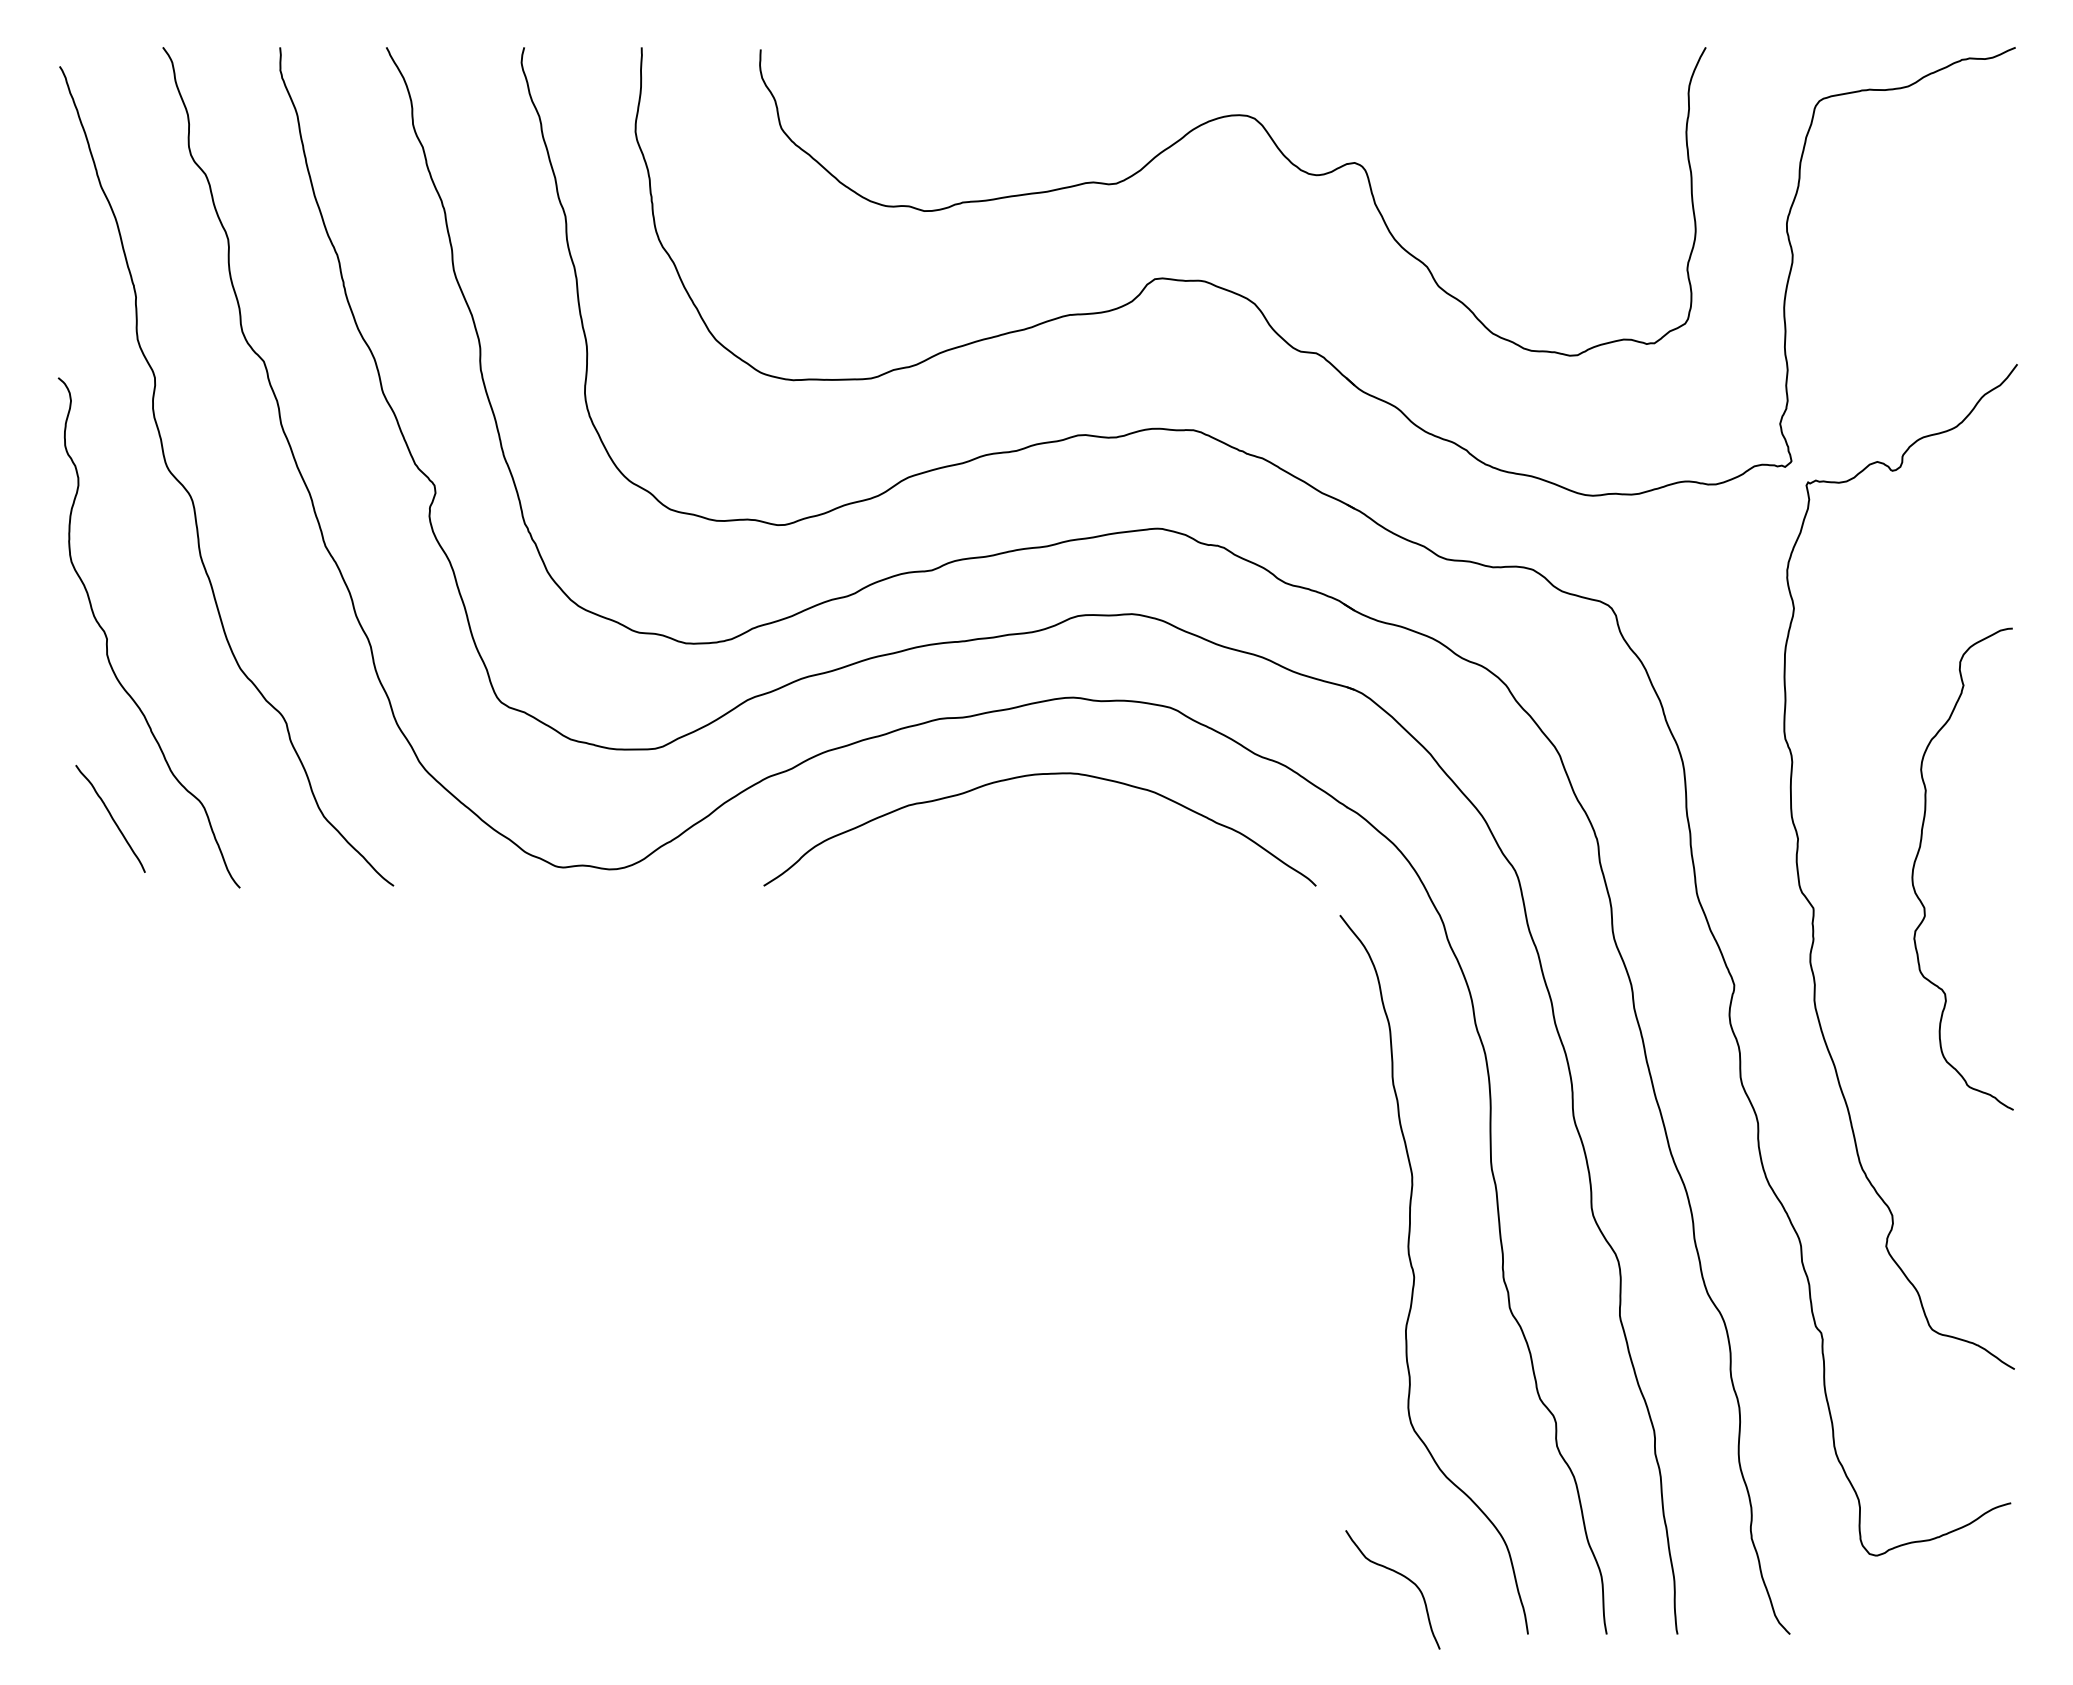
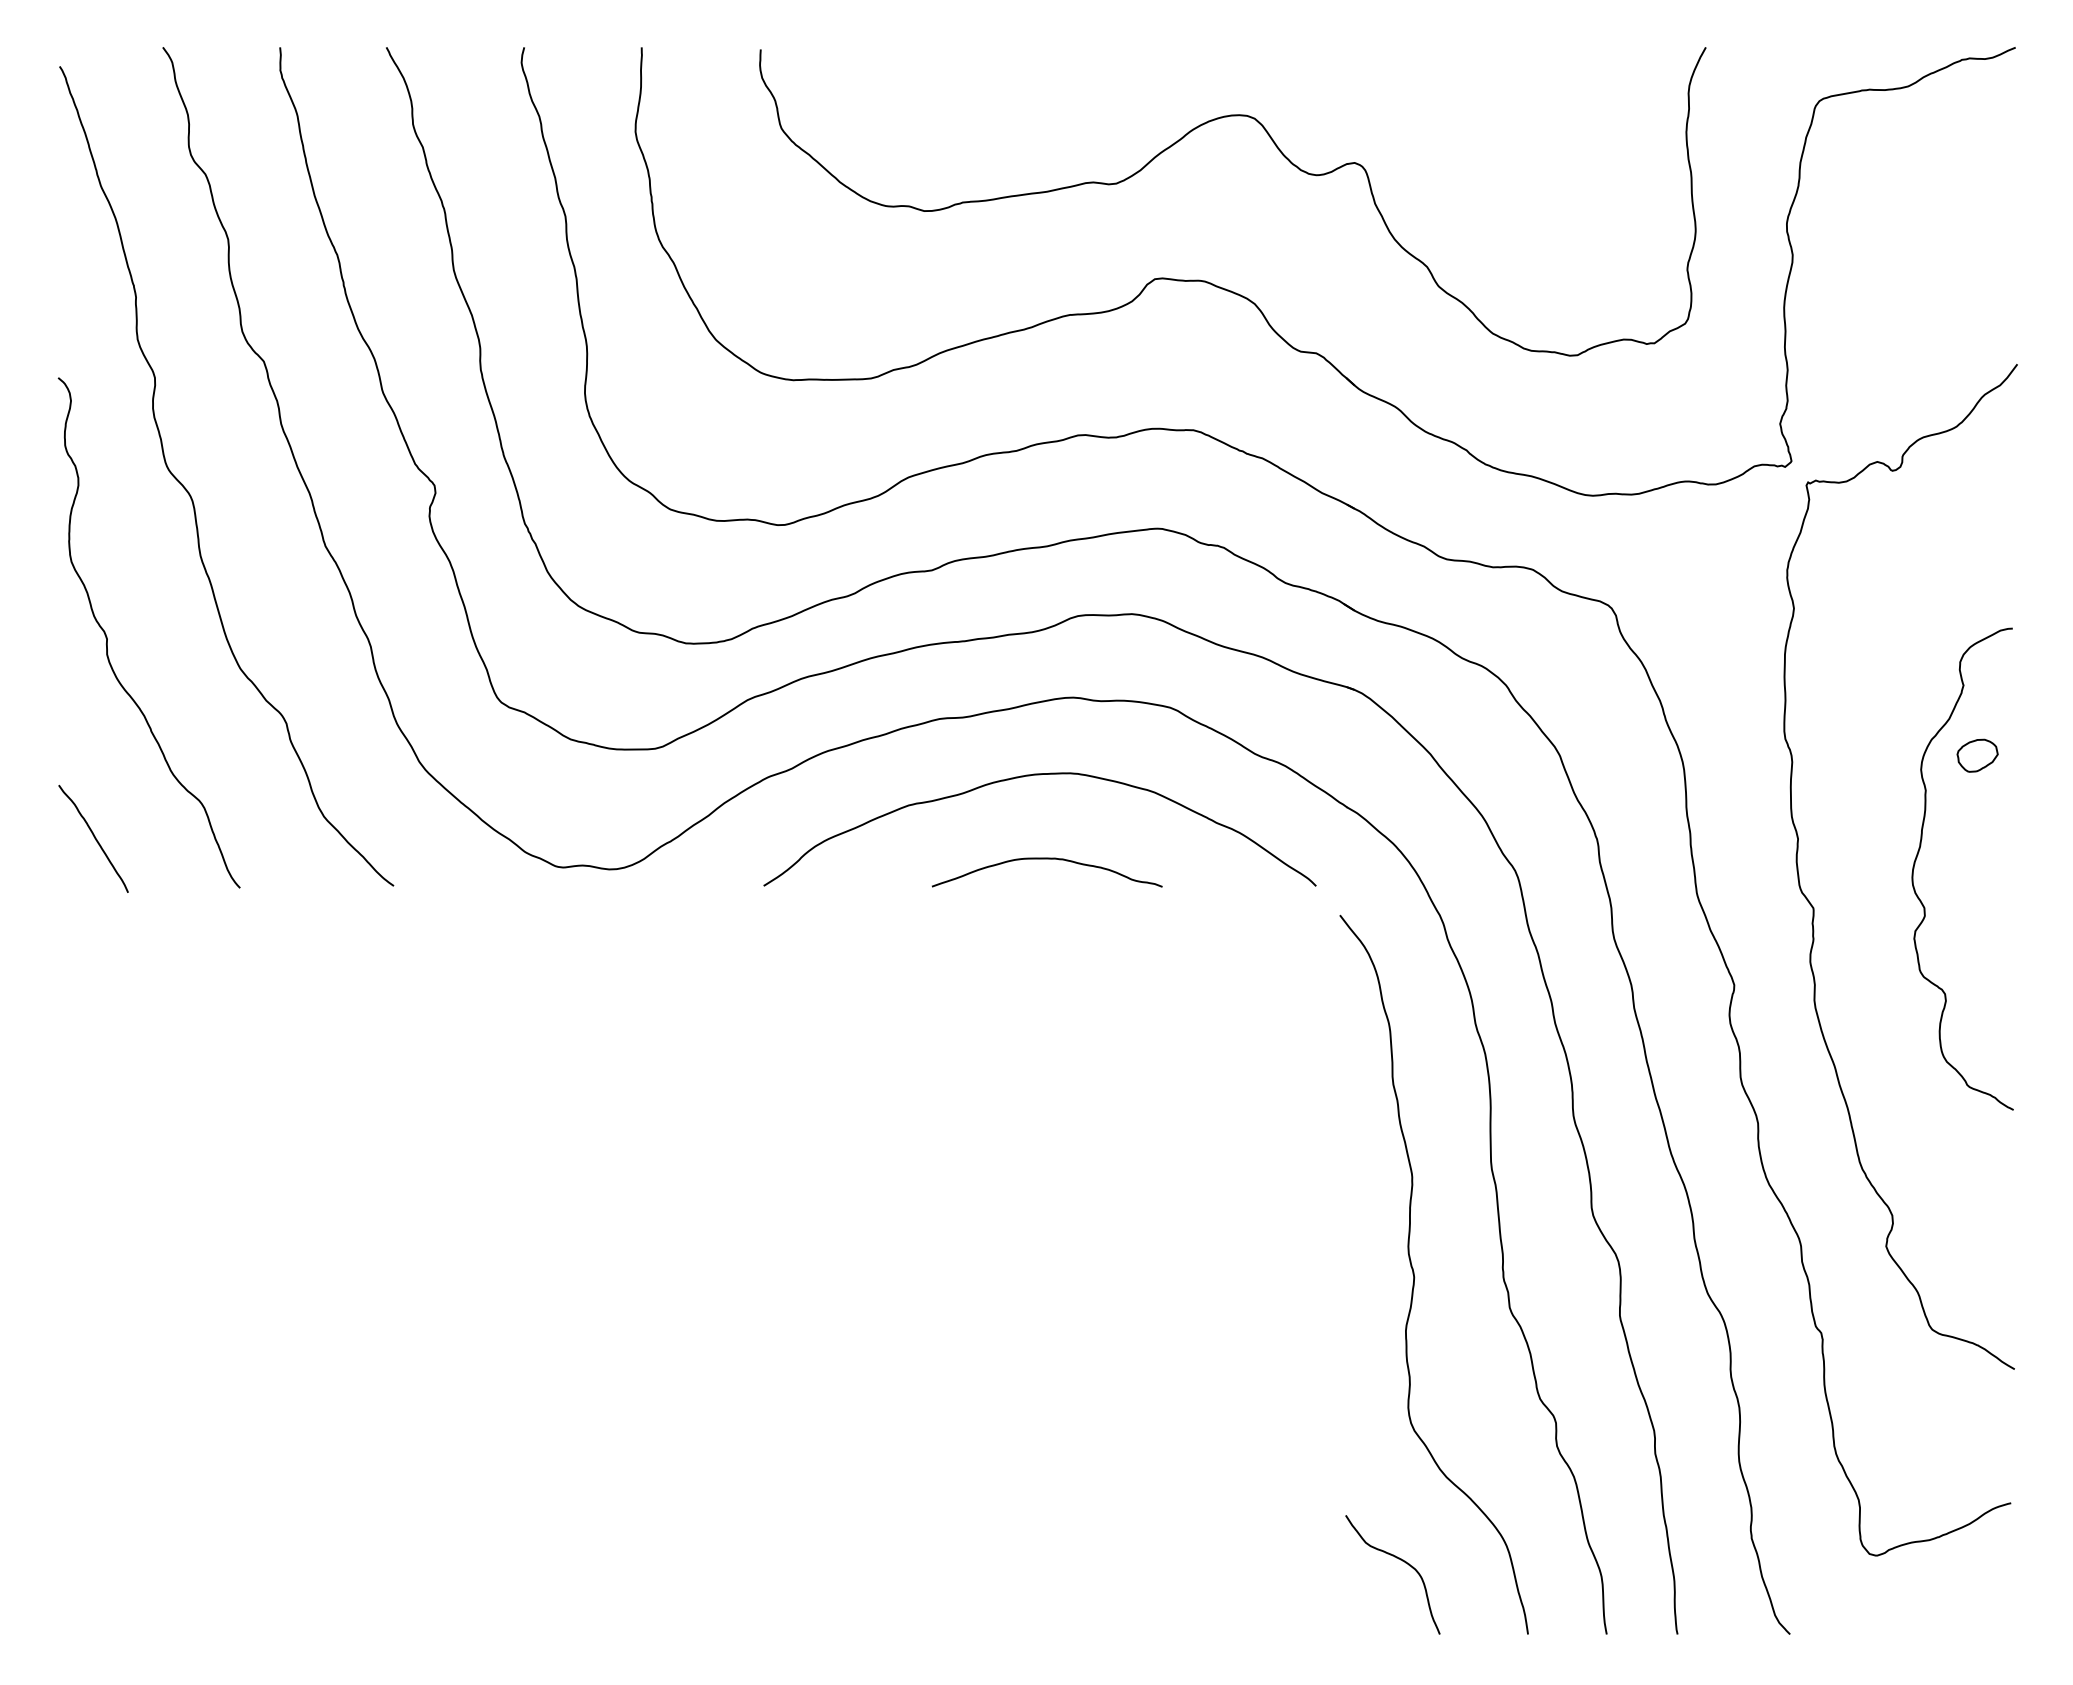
part at (1977, 755): none -> present
curve at (111, 818) position: (111, 818) -> (94, 838)
curve at (1047, 859): none -> present
curve at (1400, 1575) position: (1400, 1575) -> (1400, 1560)
